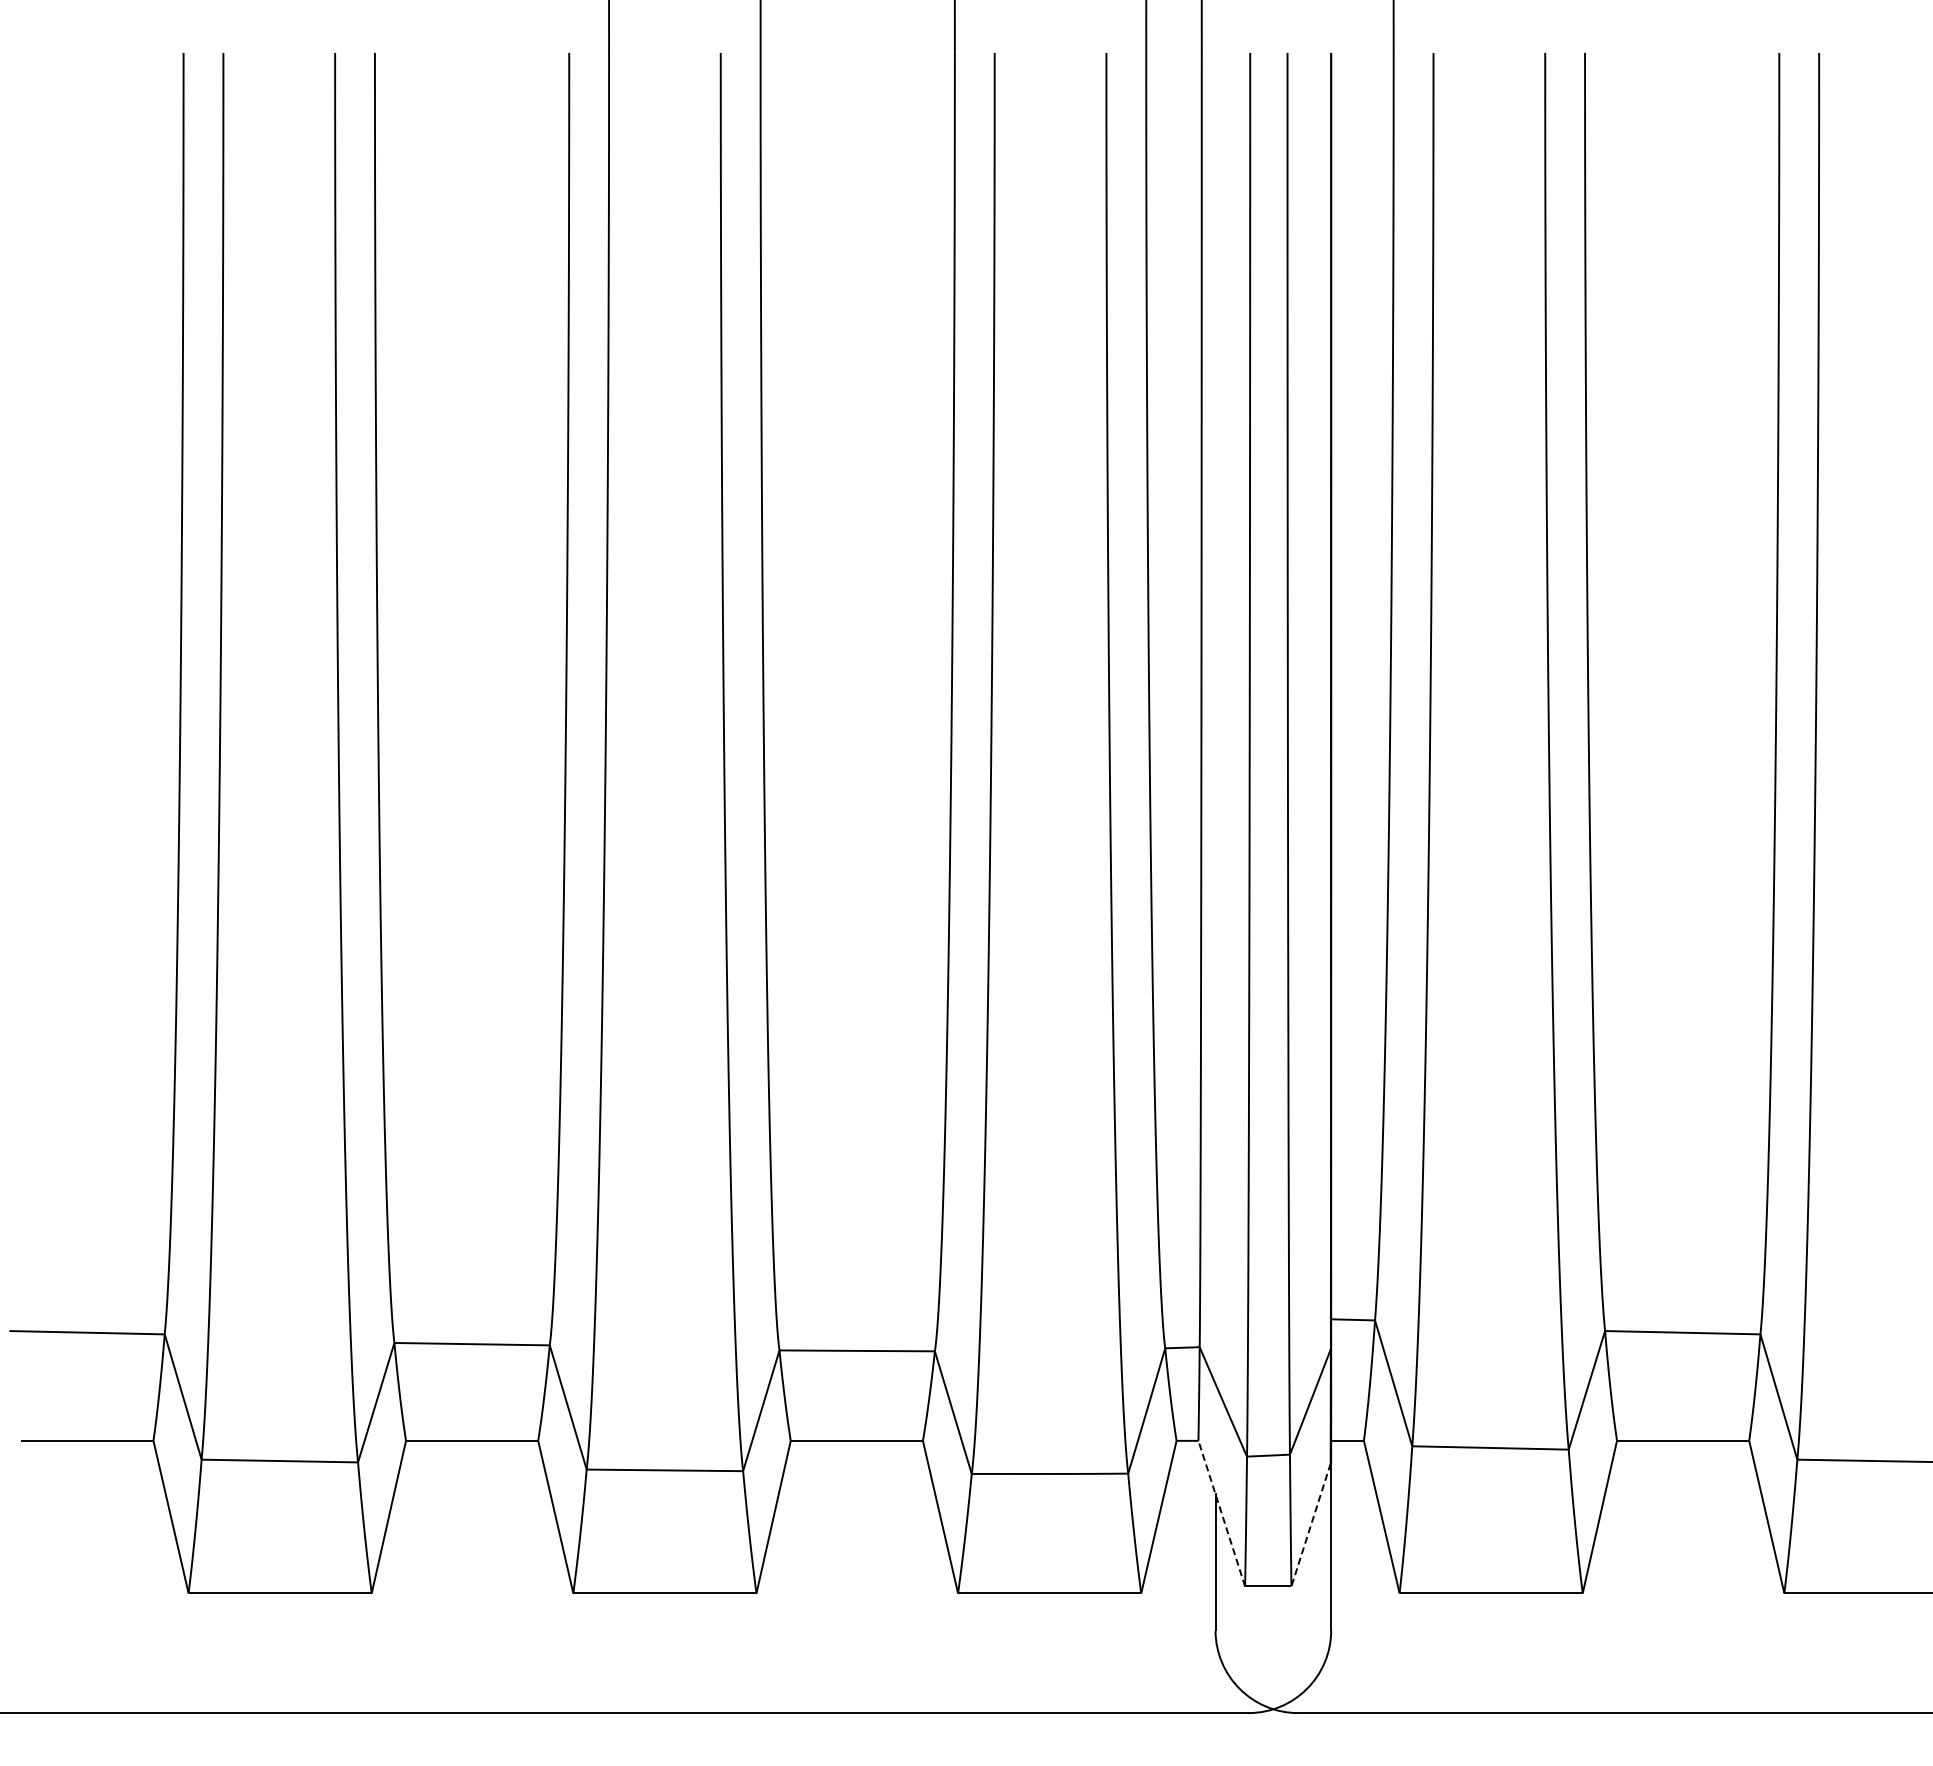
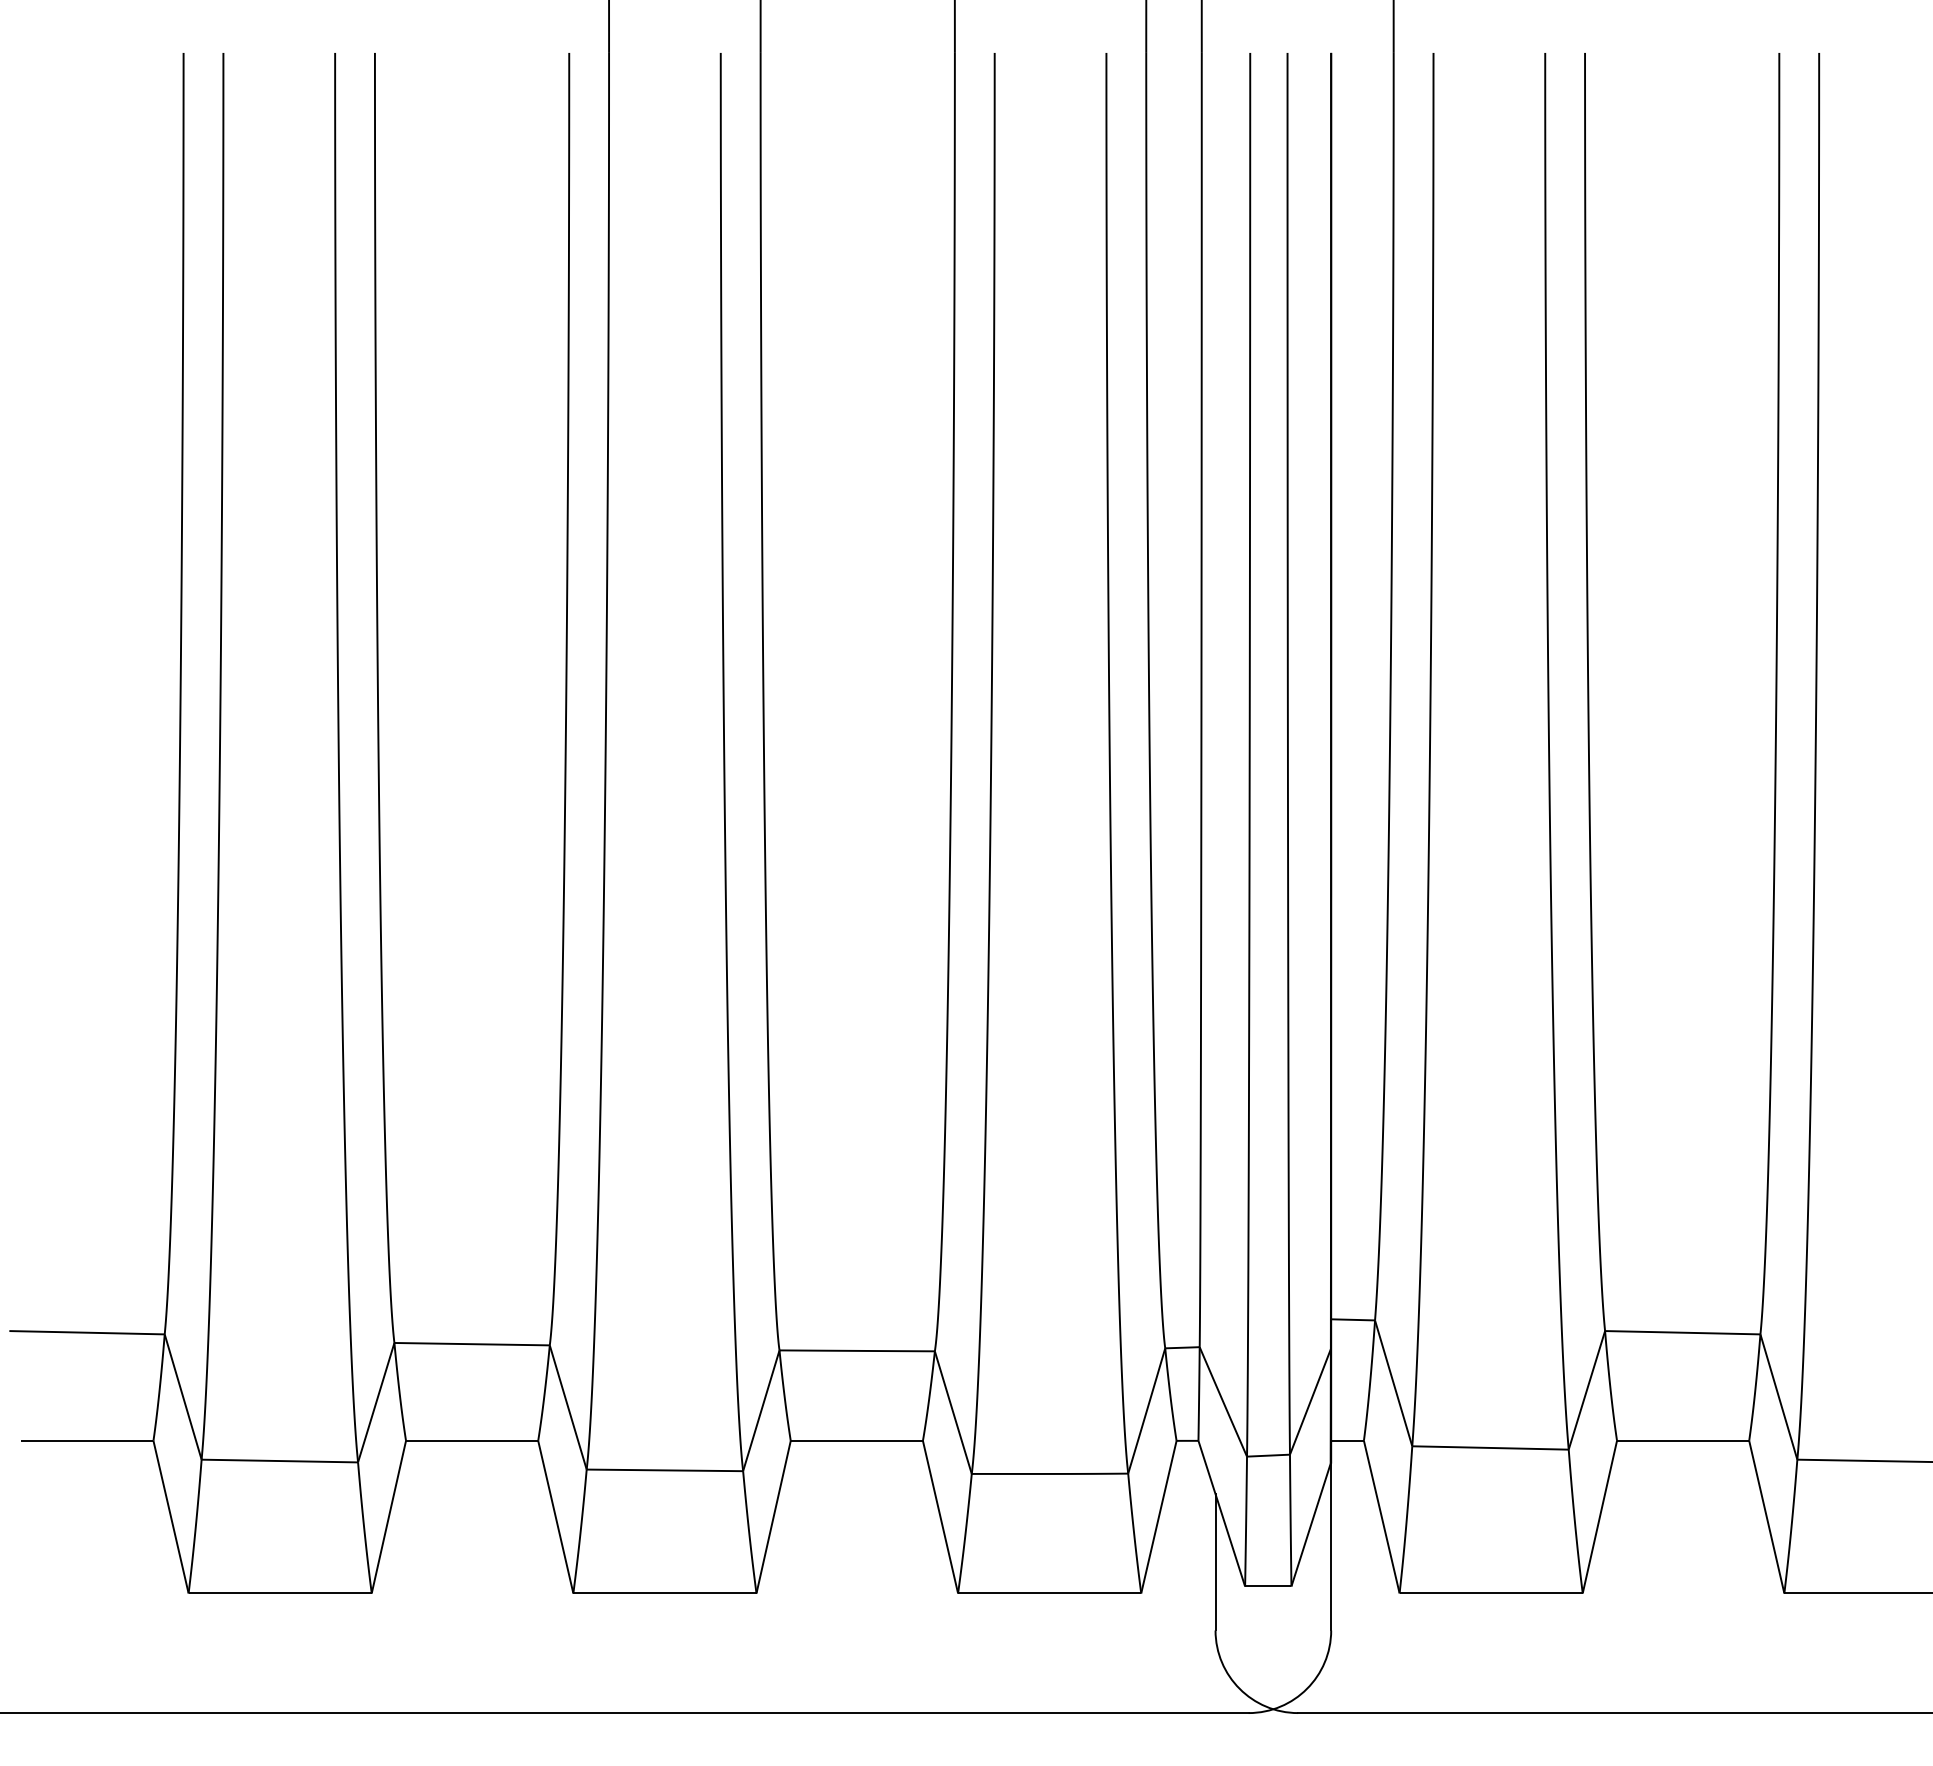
line at (1221, 1513): dashed -> solid
line at (1311, 1525): dashed -> solid
